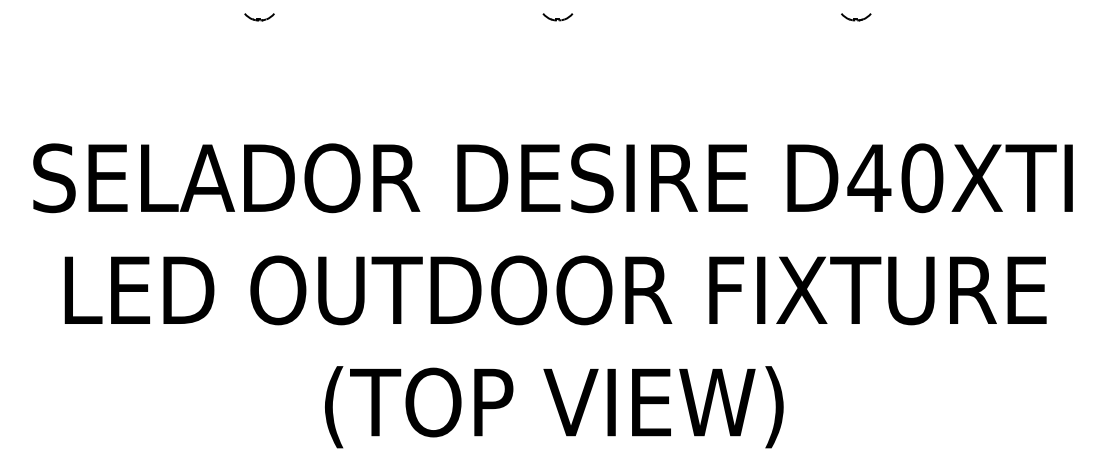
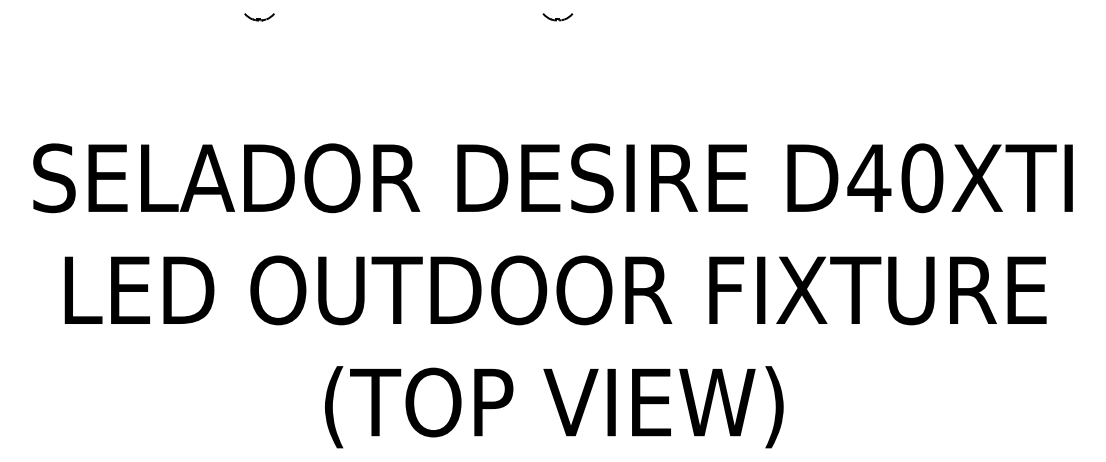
part at (856, 17): present -> none
